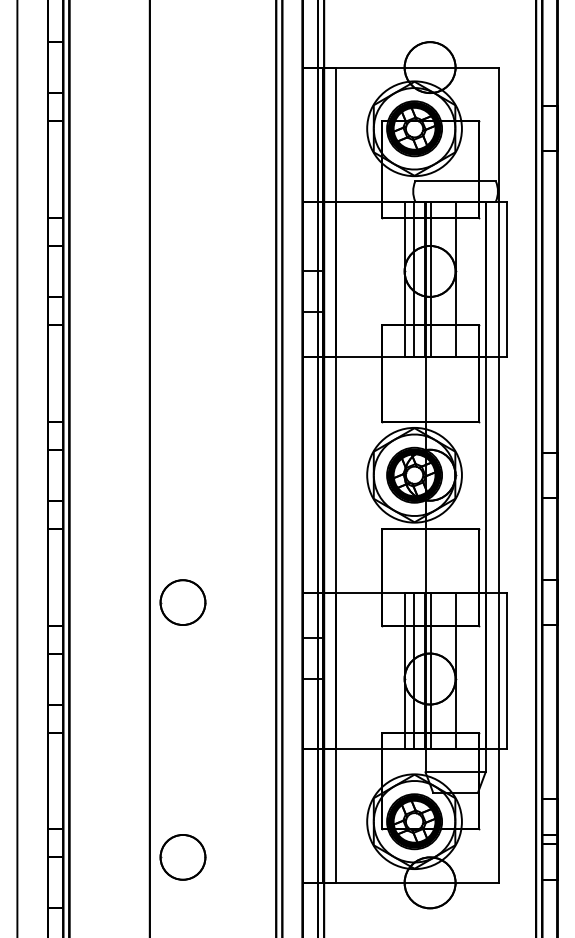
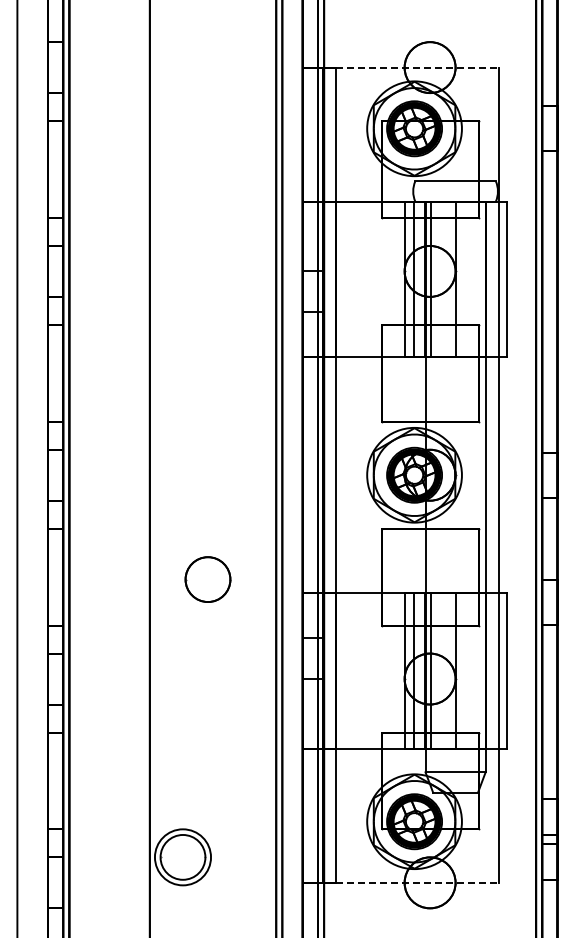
line at (417, 67): solid -> dashed
part at (182, 602) position: (182, 602) -> (207, 579)
circle at (182, 856) diameter: 45 px -> 56 px
line at (417, 882): solid -> dashed
